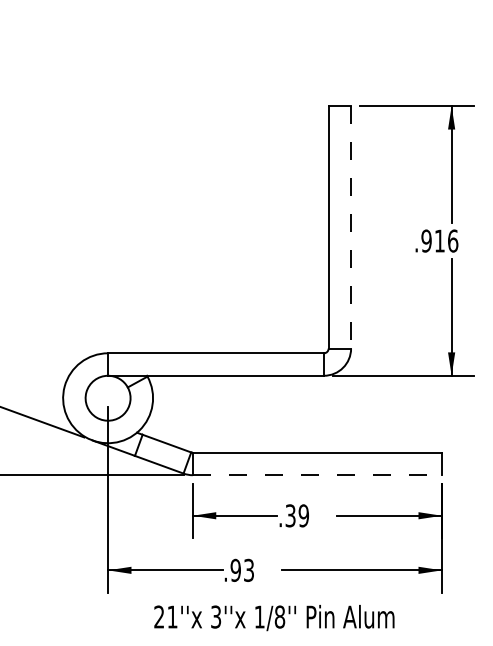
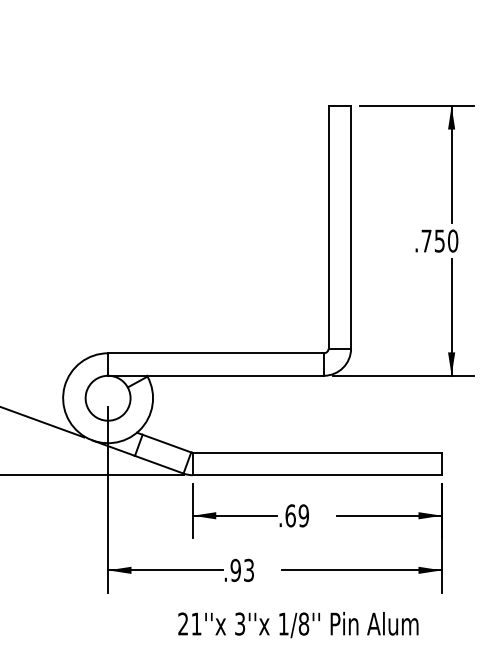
line at (351, 227): dashed -> solid
text at (439, 240): .916 -> .750
line at (317, 475): dashed -> solid
text at (290, 515): .39 -> .69
text at (274, 618) position: (274, 618) -> (298, 625)
